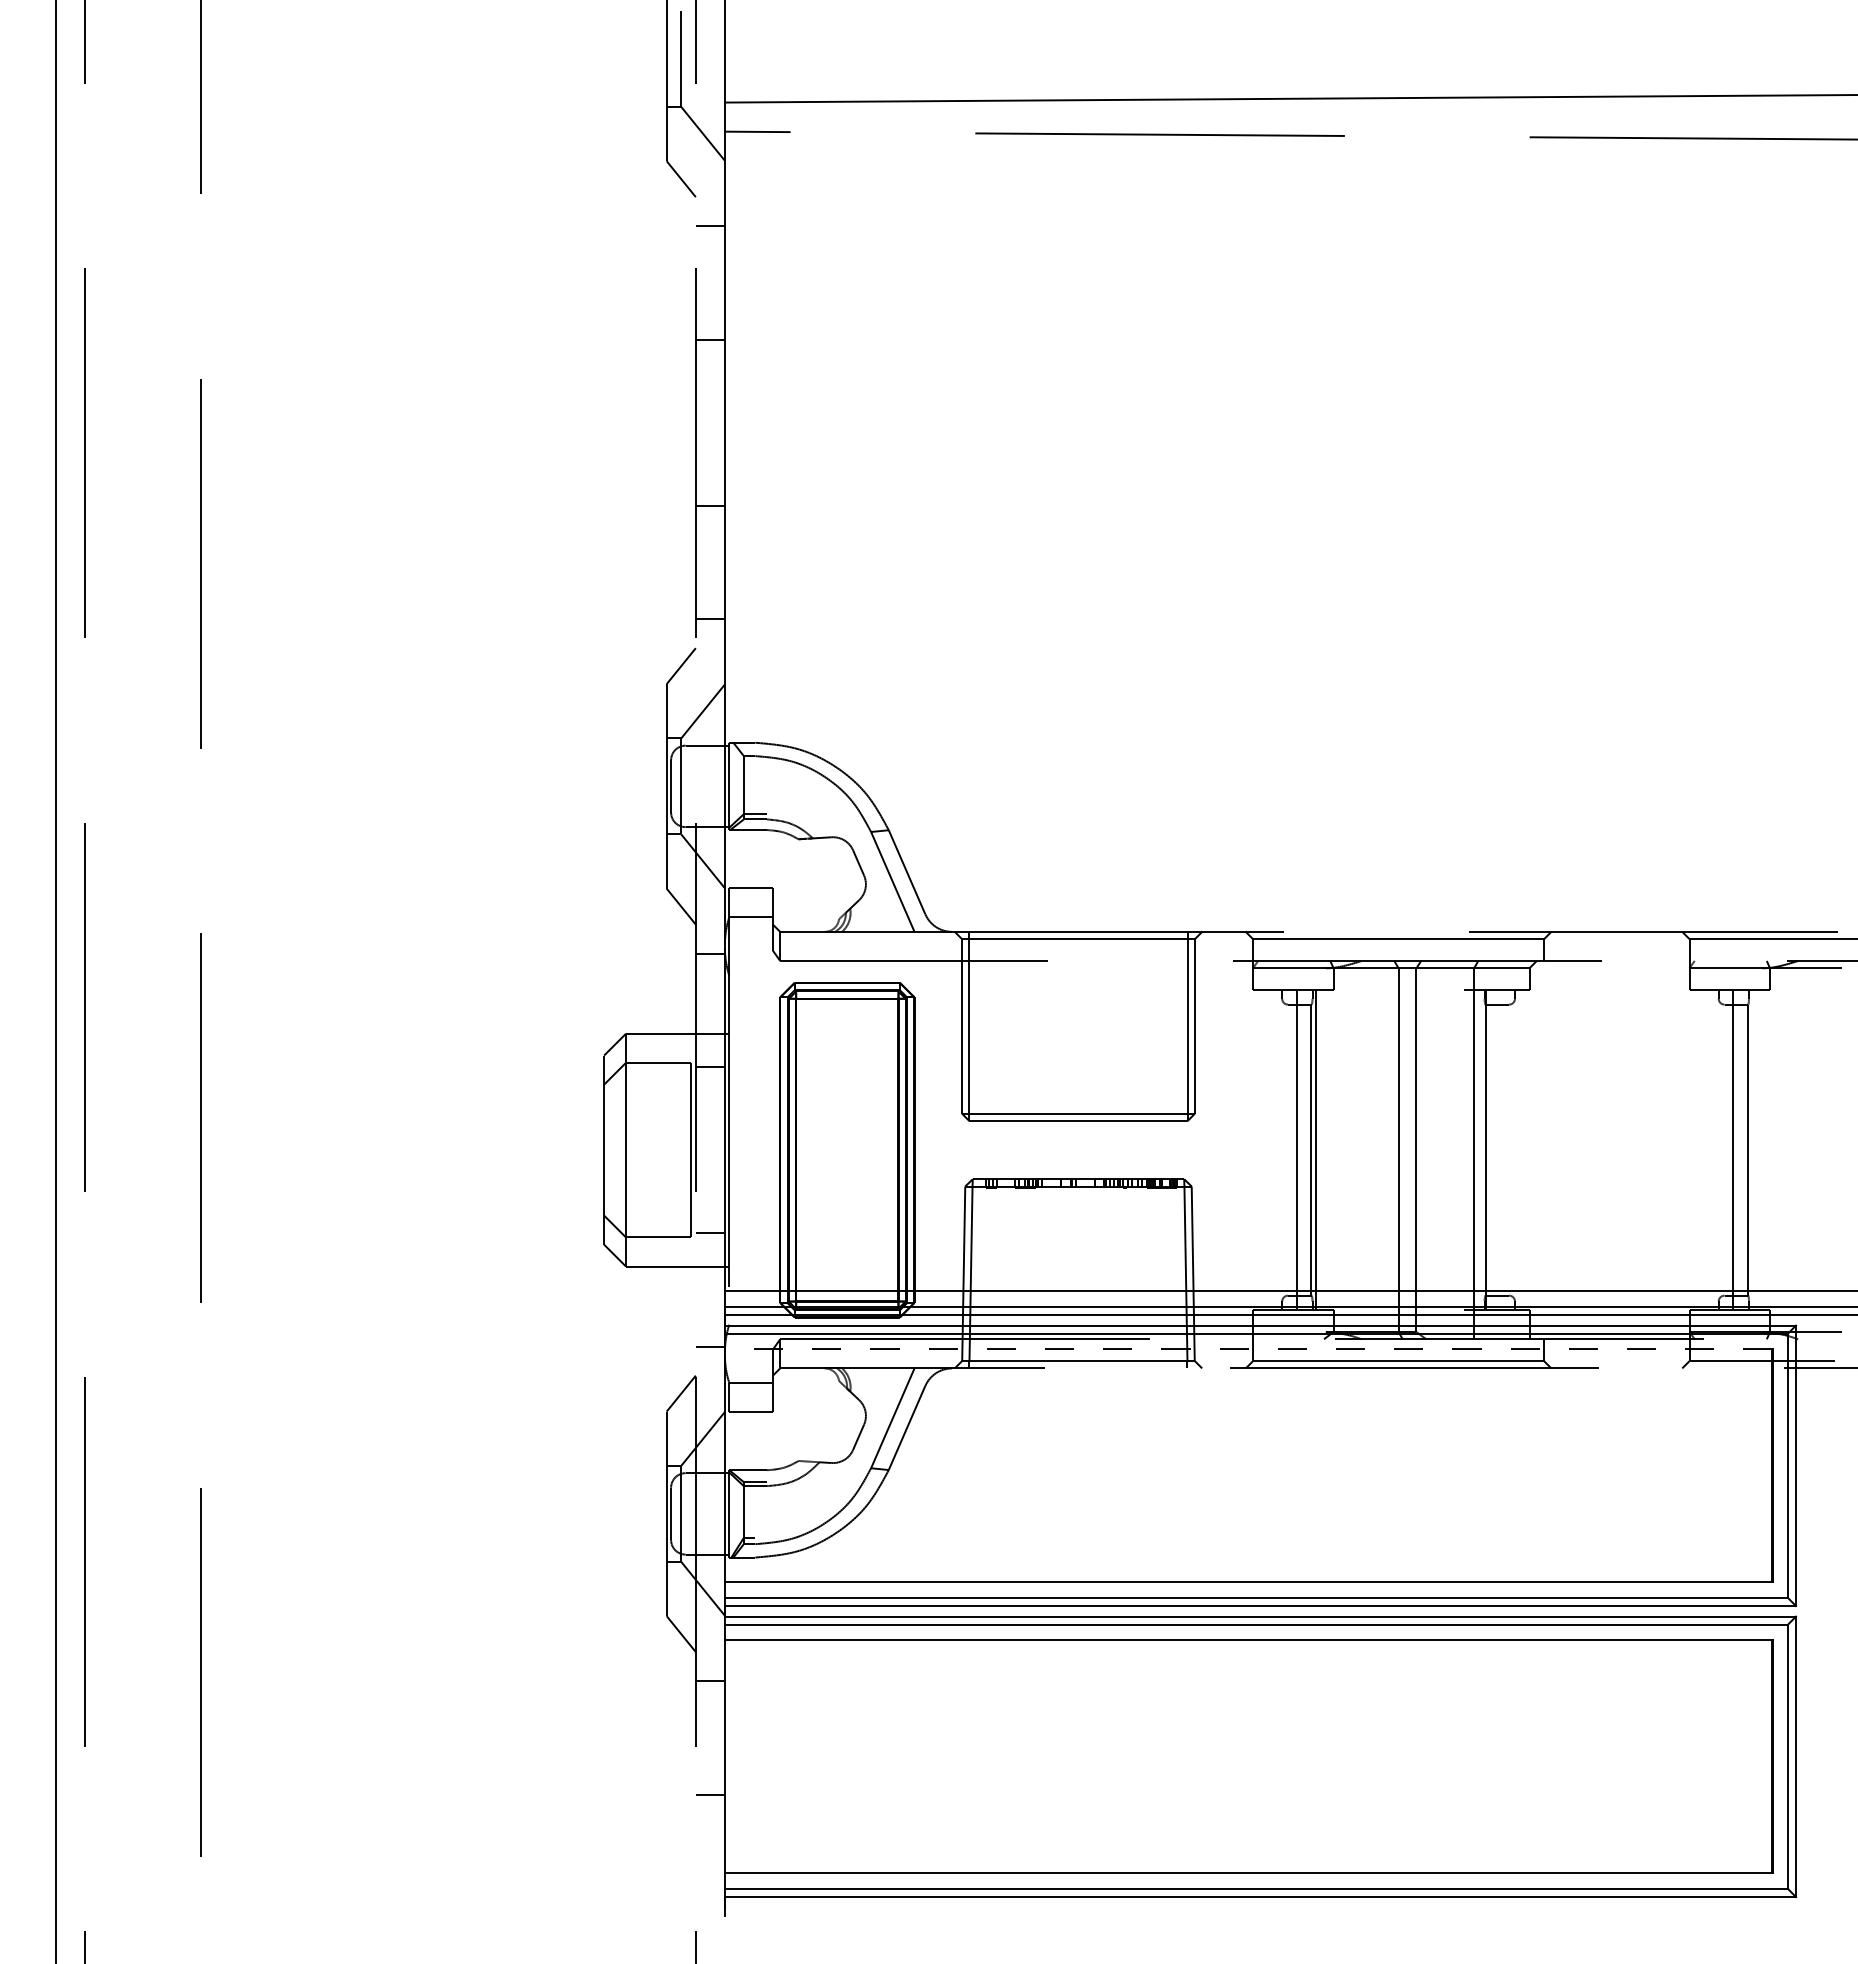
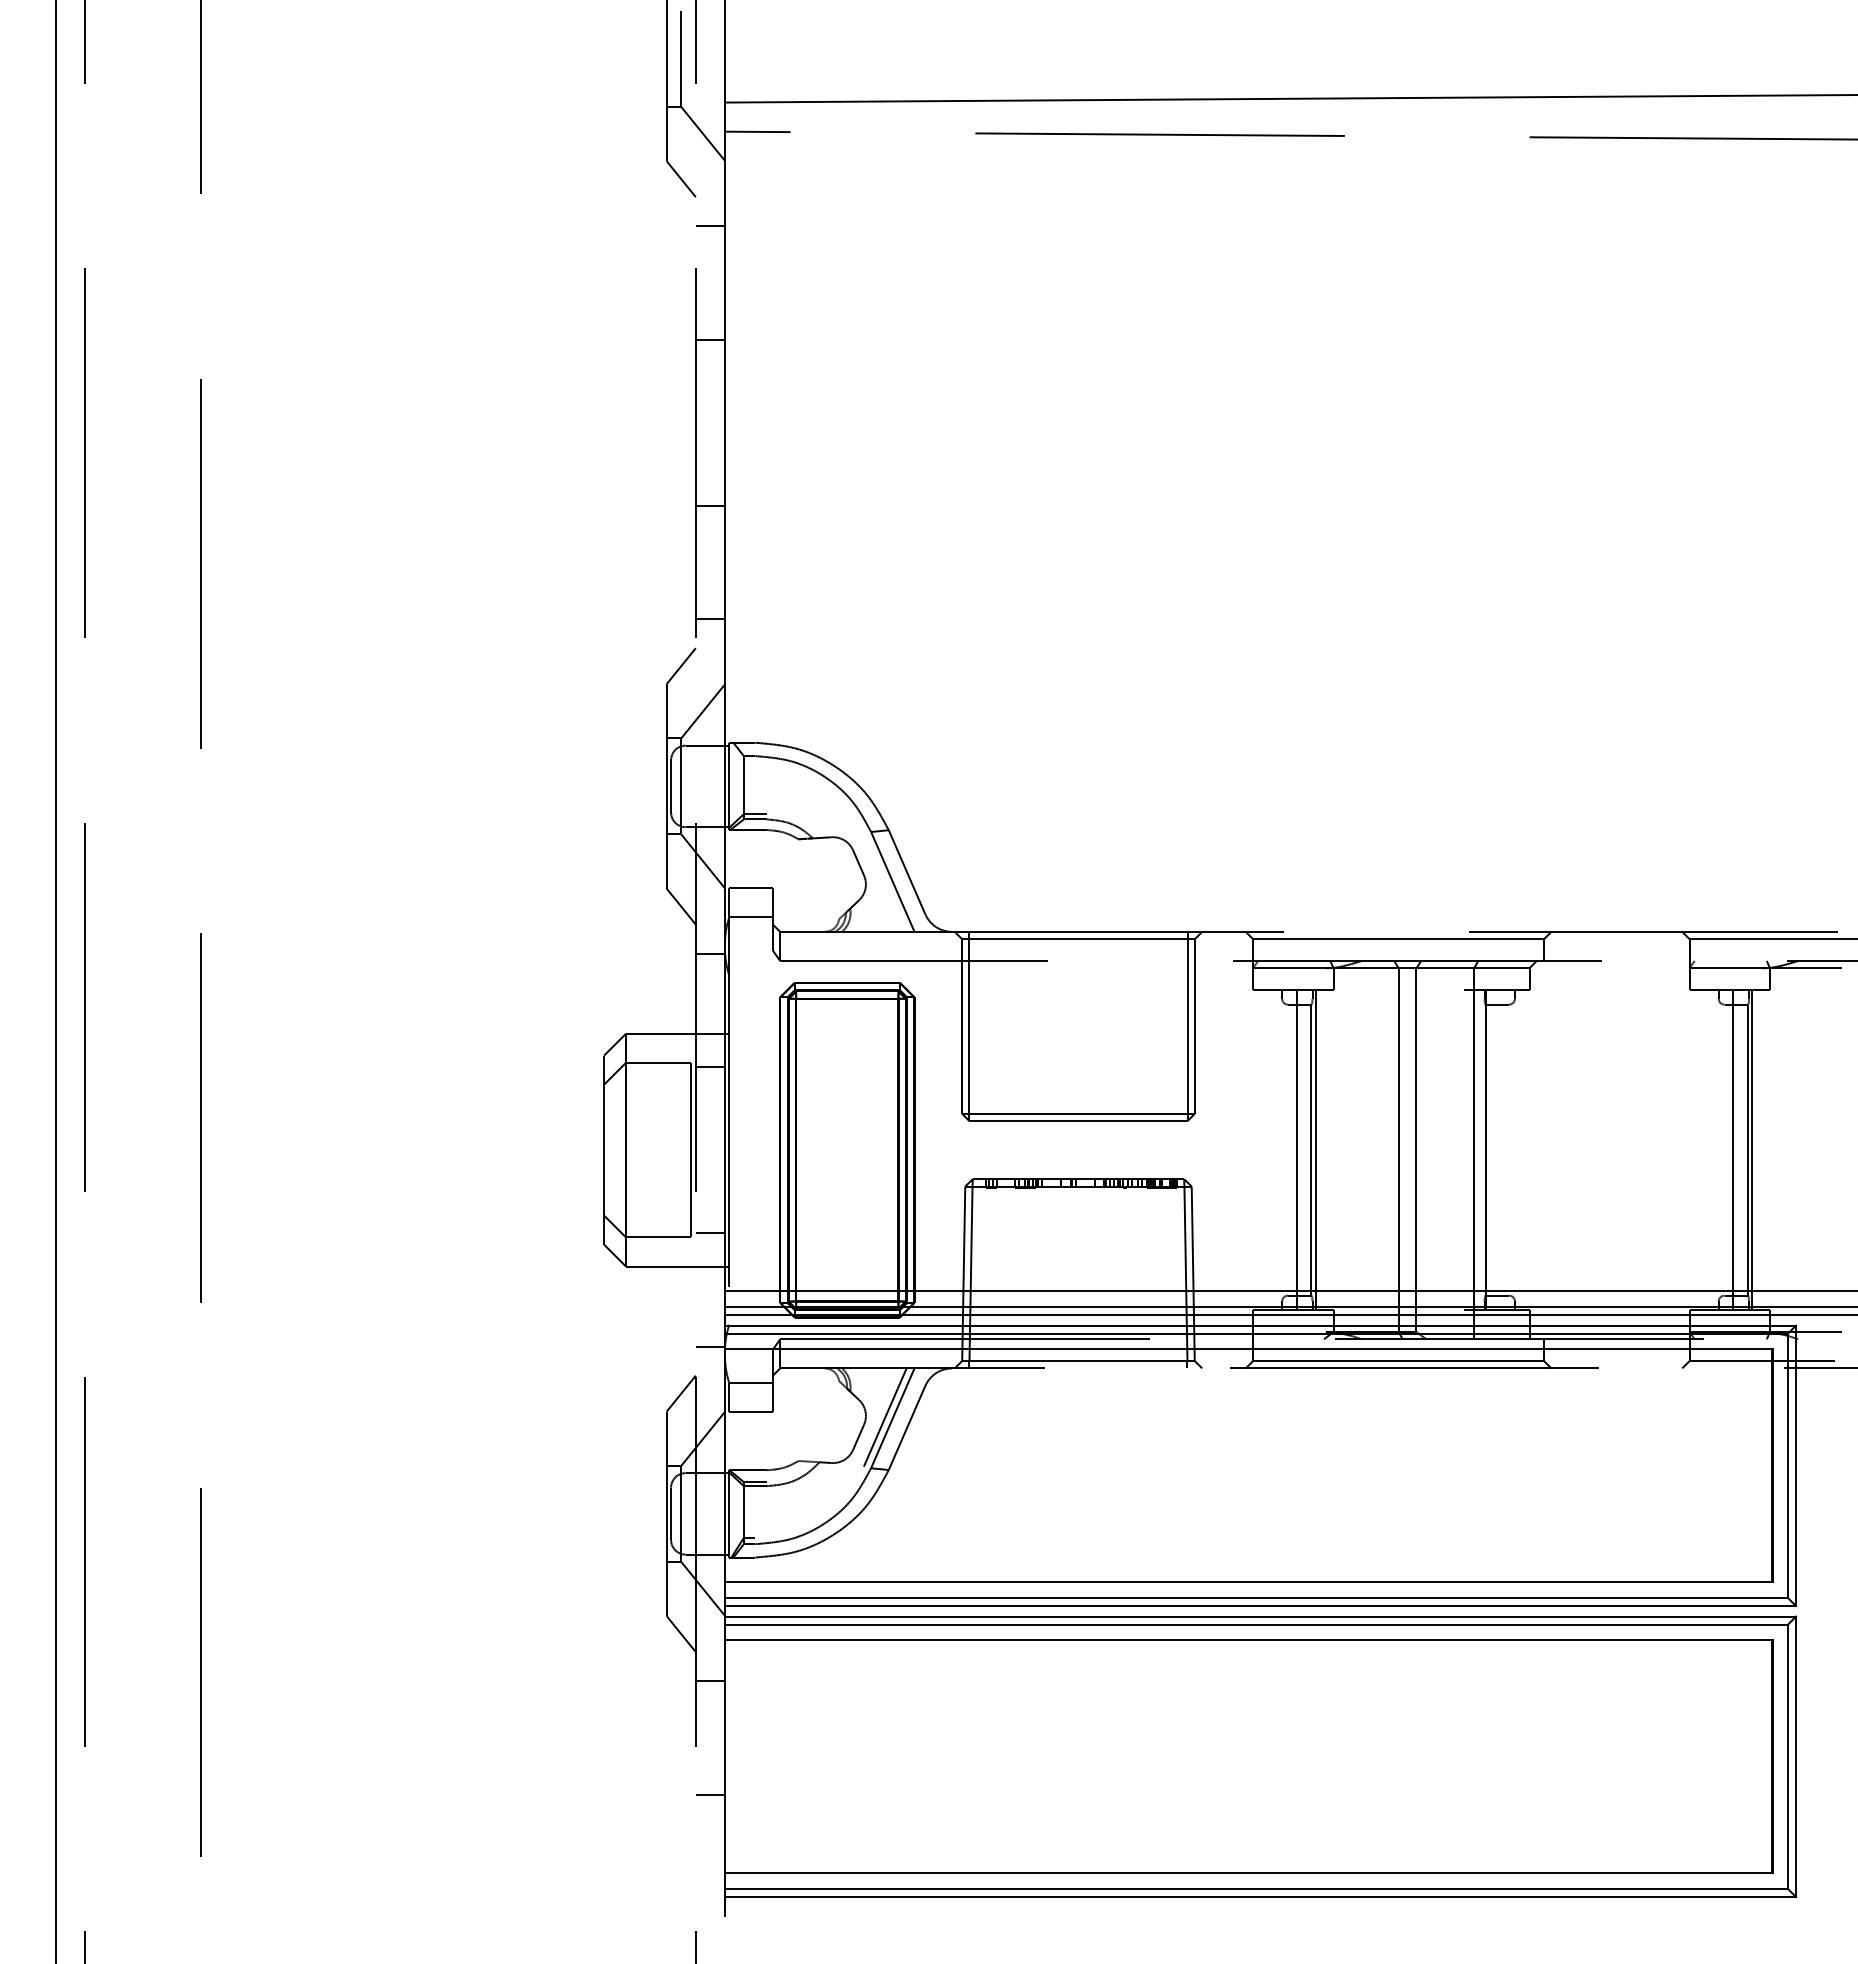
line at (1752, 1150): none -> present
line at (1248, 1349): dashed -> solid
line at (884, 1417): none -> present
